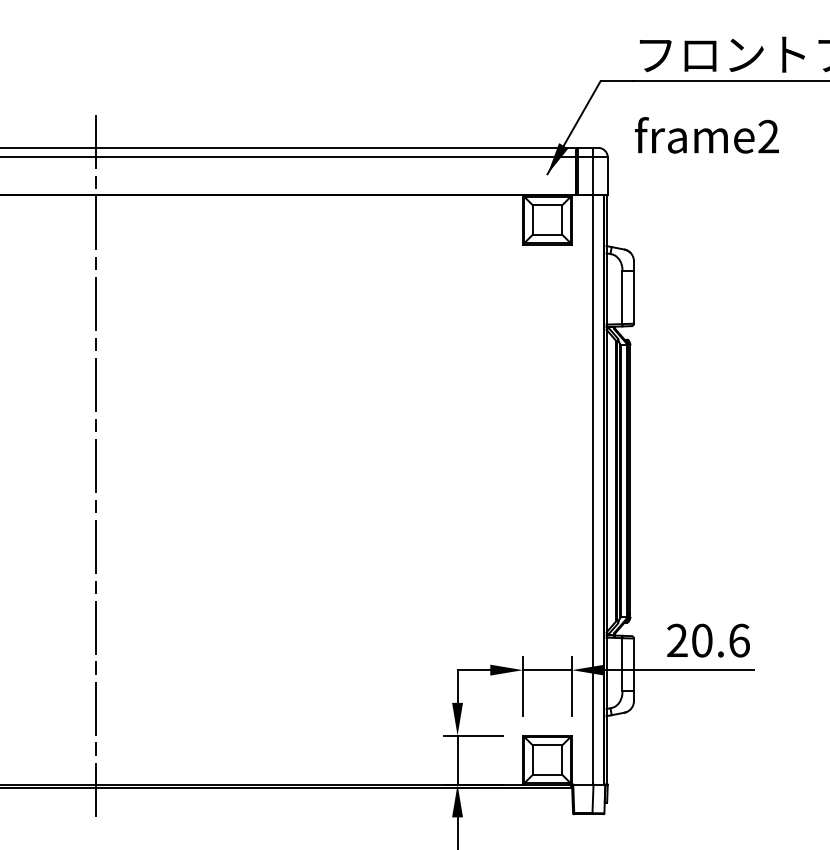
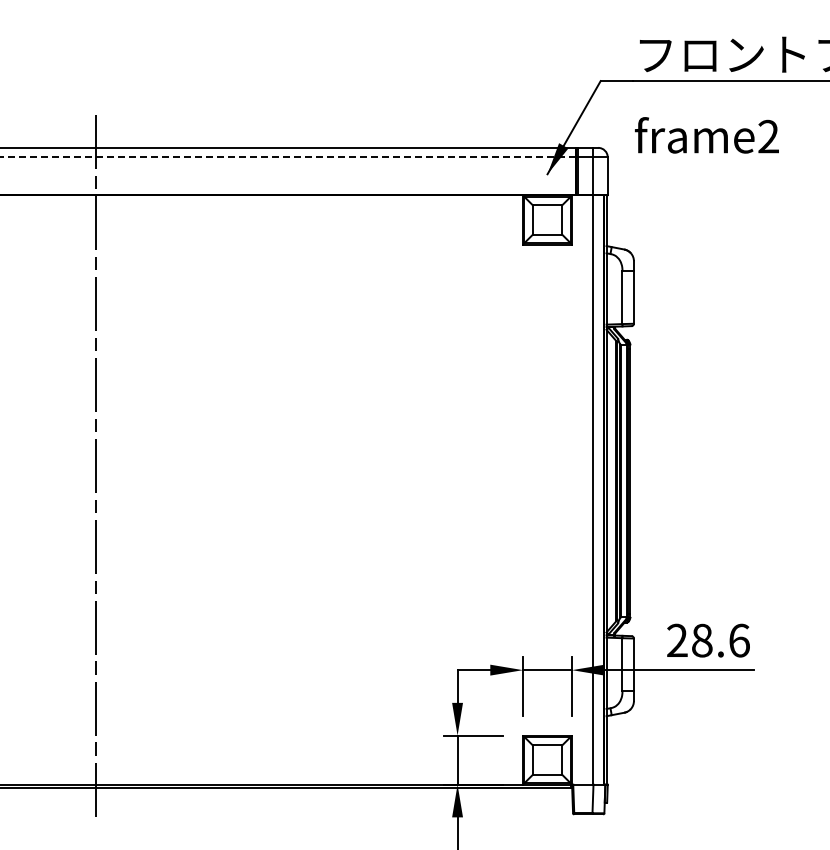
line at (287, 157): solid -> dashed
text at (702, 640): 20.6 -> 28.6
